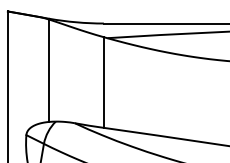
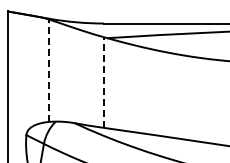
line at (49, 70): solid -> dashed
line at (103, 82): solid -> dashed
